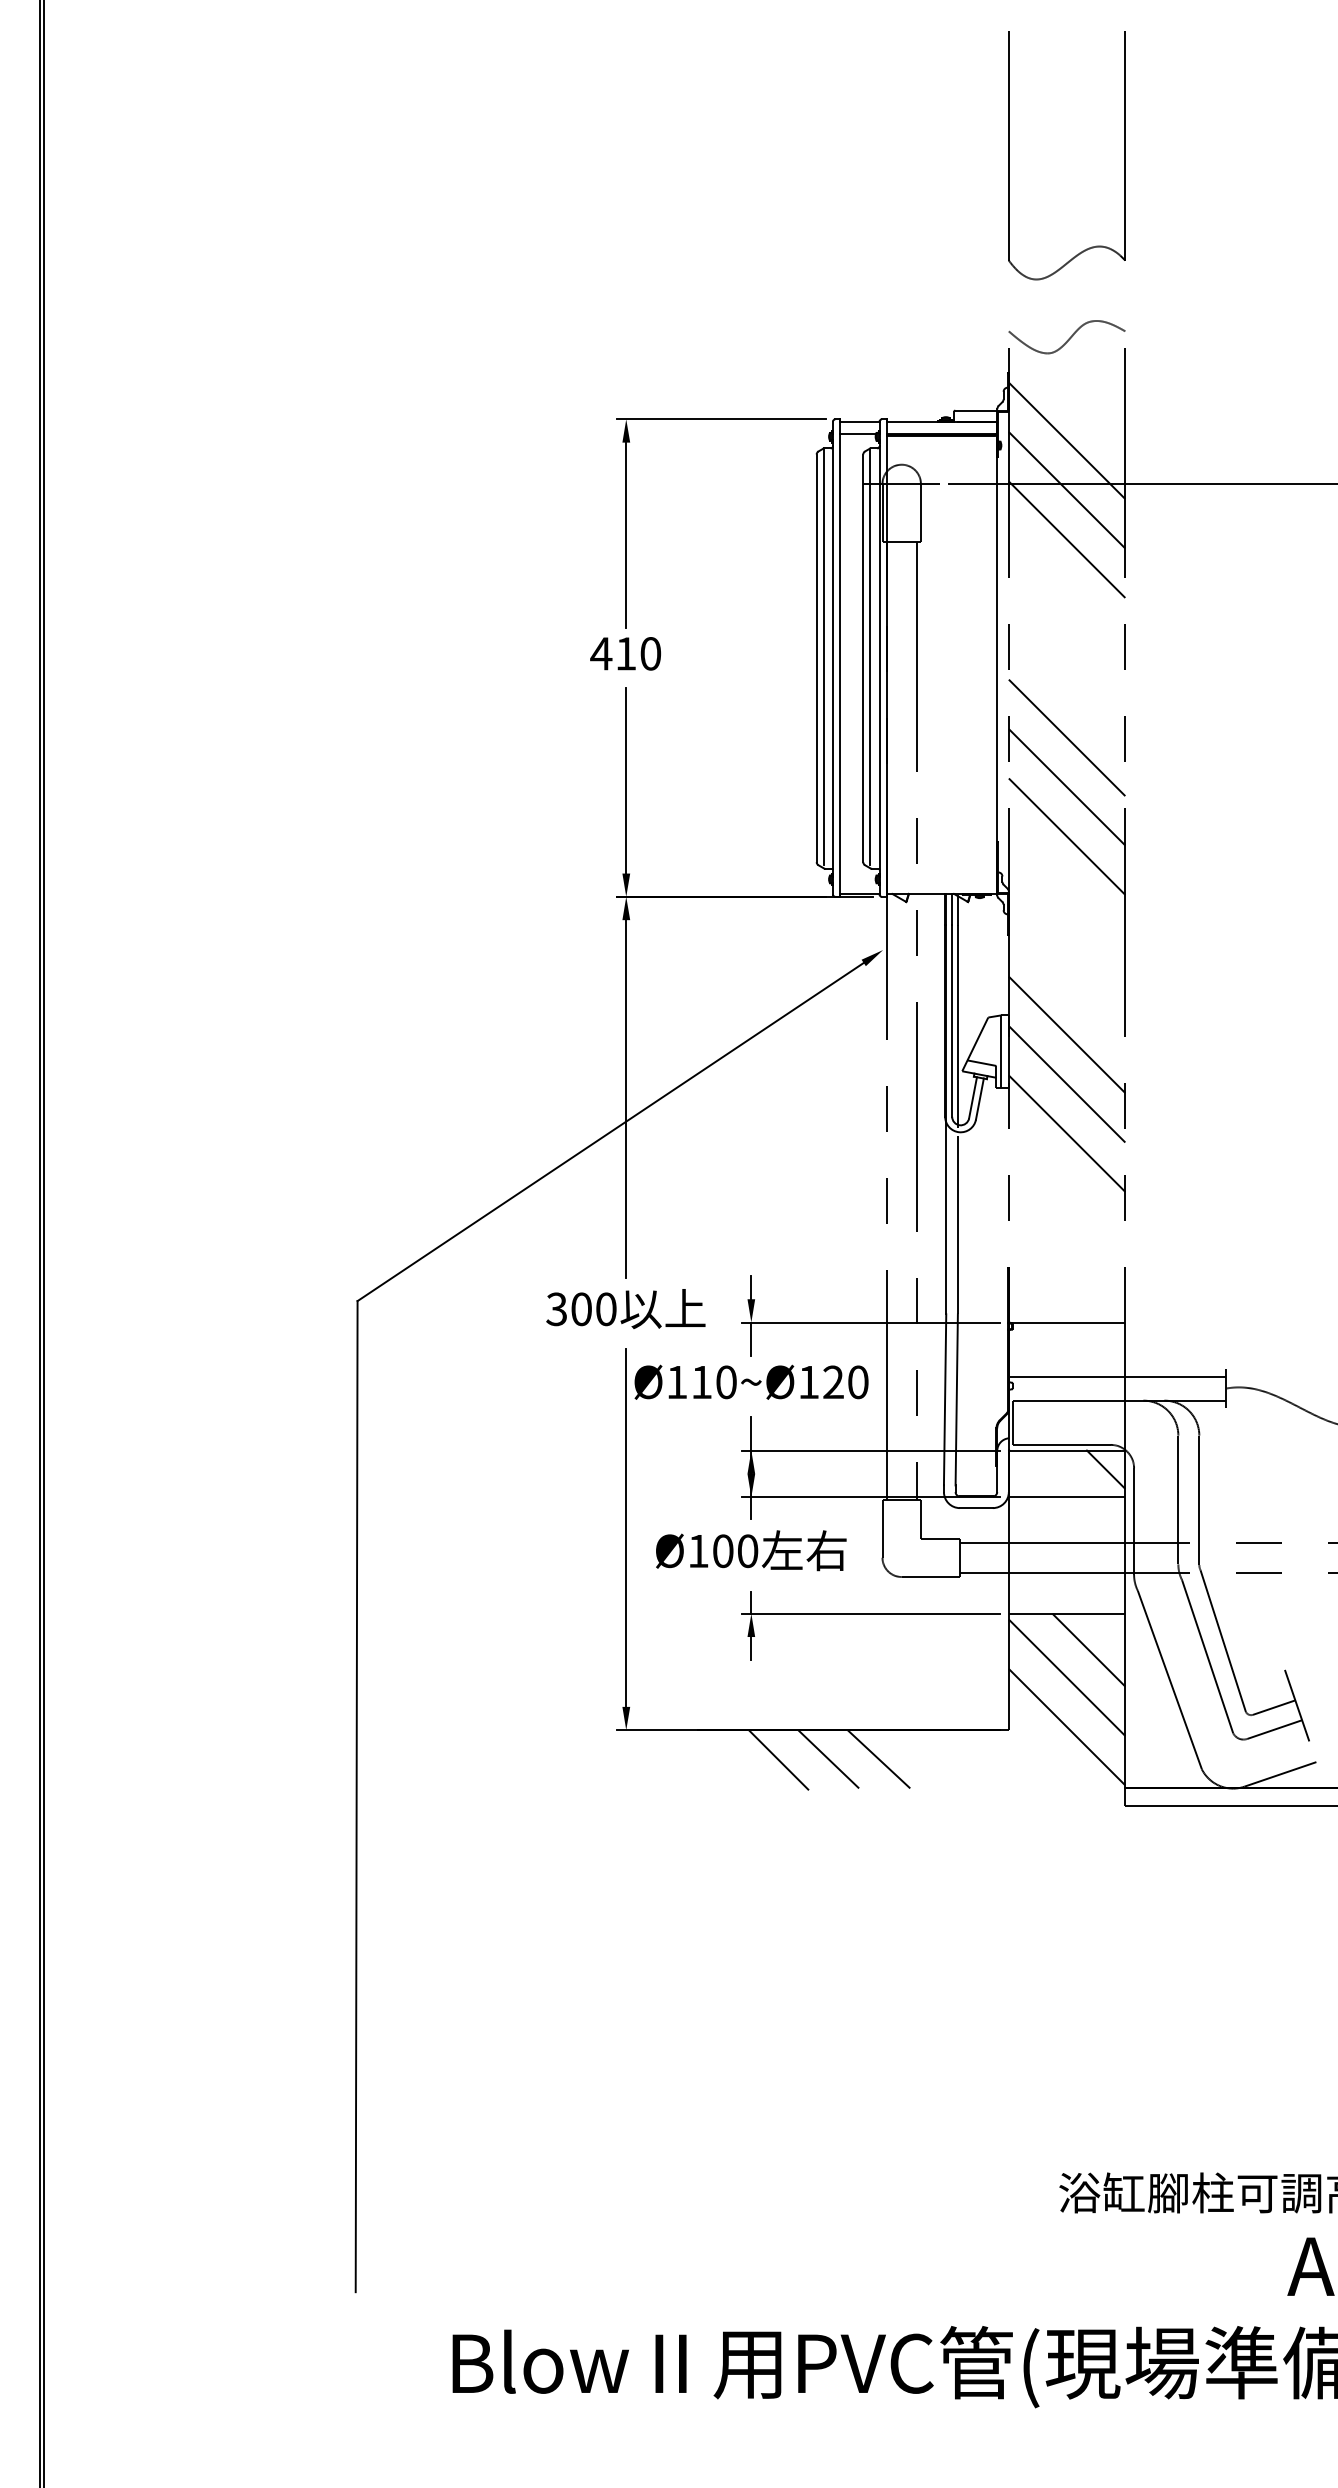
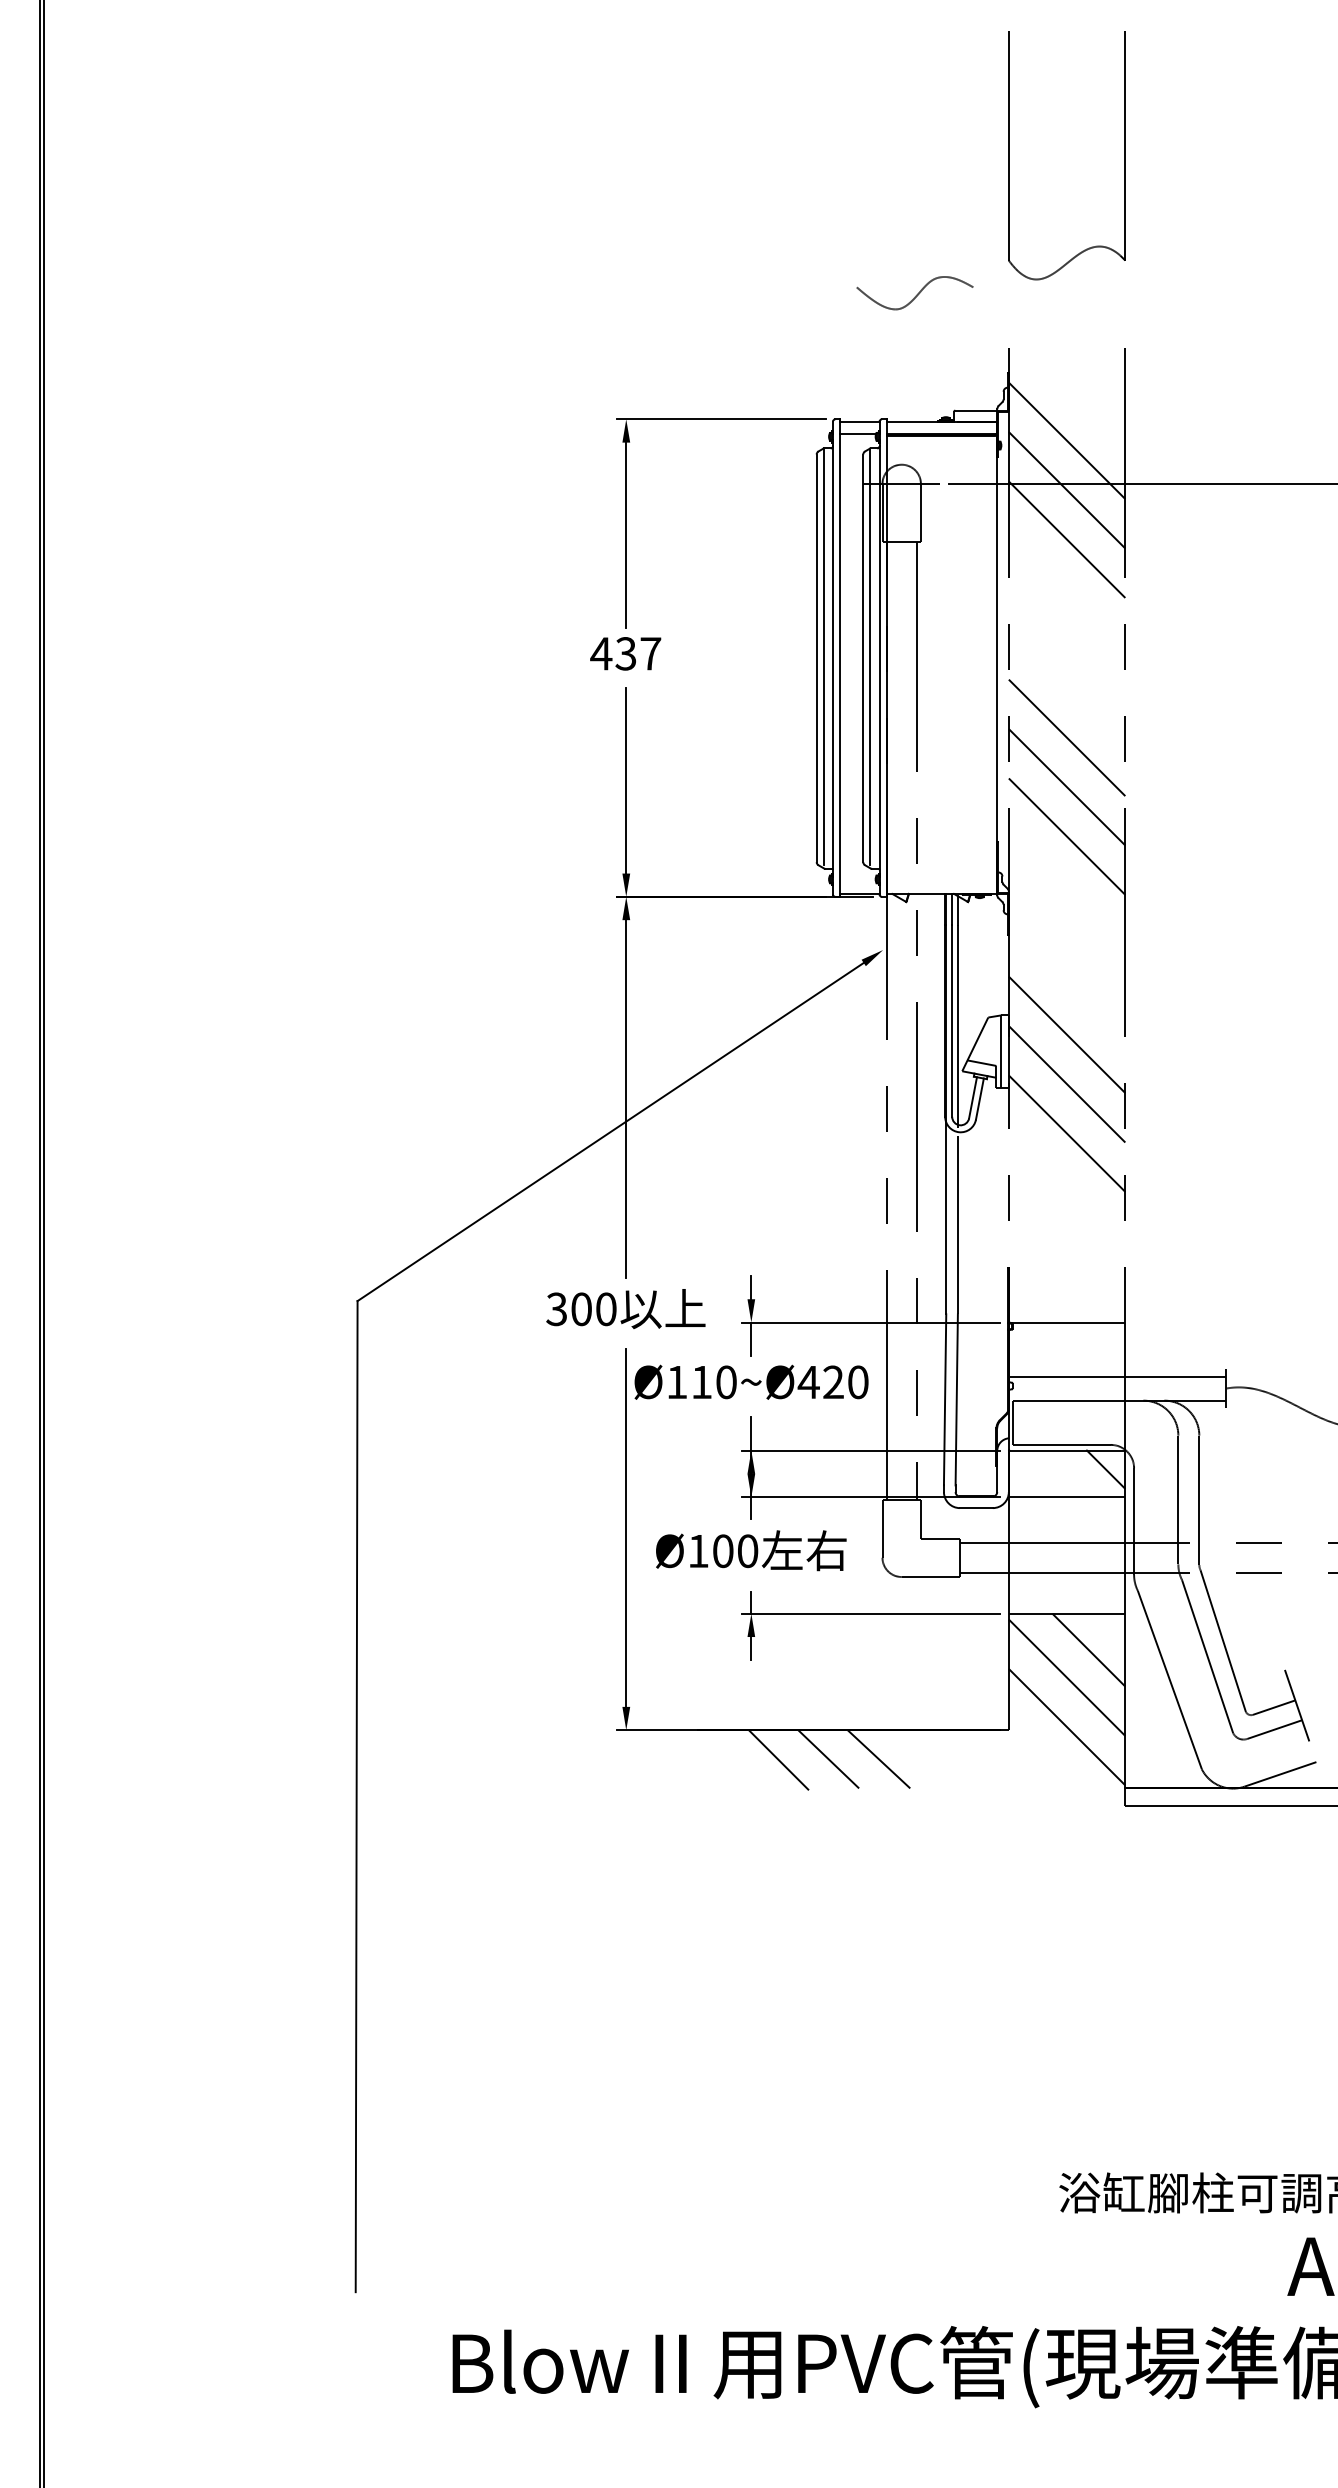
curve at (1068, 338) position: (1068, 338) -> (916, 294)
text at (638, 653): 410 -> 437
text at (808, 1382): Ø110~Ø120 -> Ø110~Ø420
